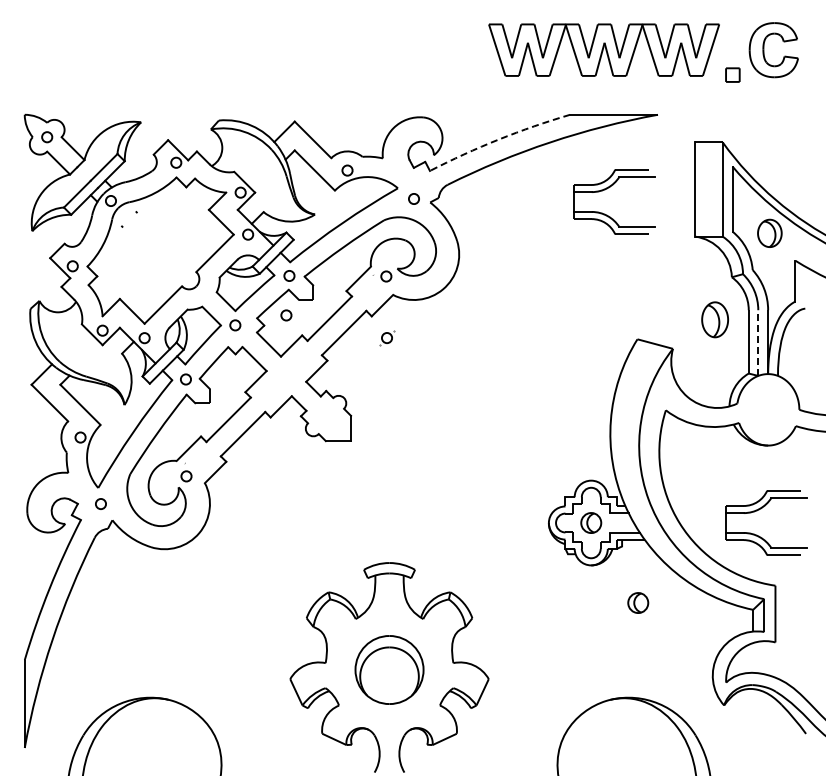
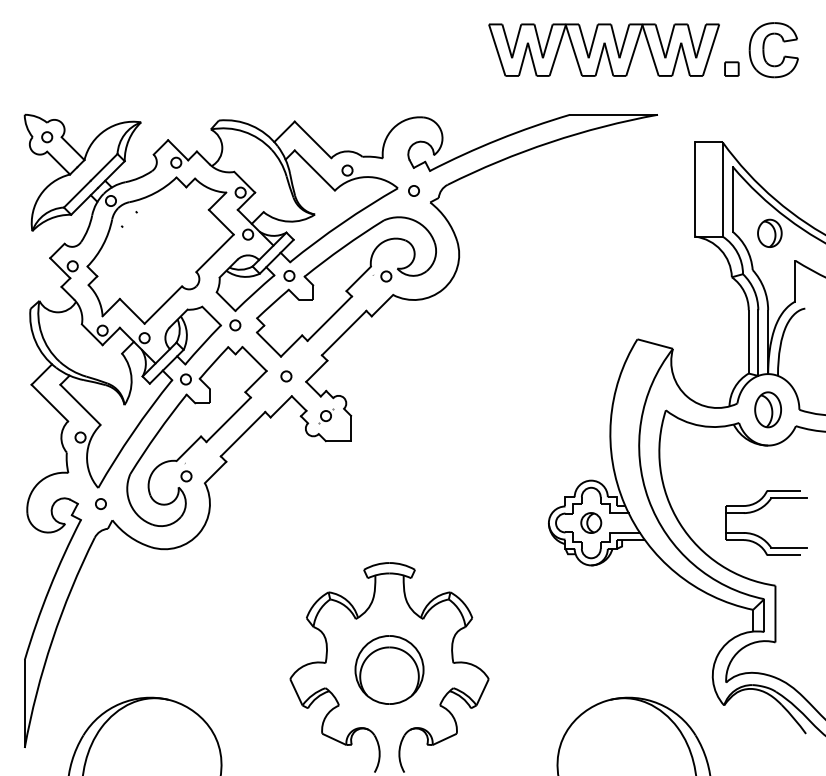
part at (732, 74) position: (732, 74) -> (731, 68)
arc at (498, 139): dashed -> solid
part at (607, 189): present -> none
circle at (413, 198) position: (413, 198) -> (413, 190)
circle at (286, 315) position: (286, 315) -> (286, 376)
part at (714, 319) position: (714, 319) -> (767, 409)
part at (387, 338) position: (387, 338) -> (326, 416)
line at (758, 343): dashed -> solid
part at (638, 602): present -> none
